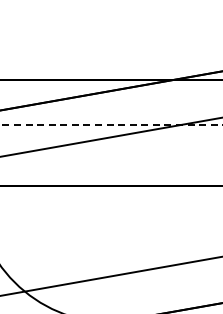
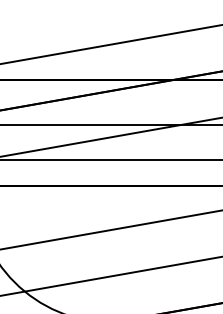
line at (110, 44): none -> present
line at (111, 125): dashed -> solid
line at (110, 160): none -> present
line at (110, 229): none -> present
